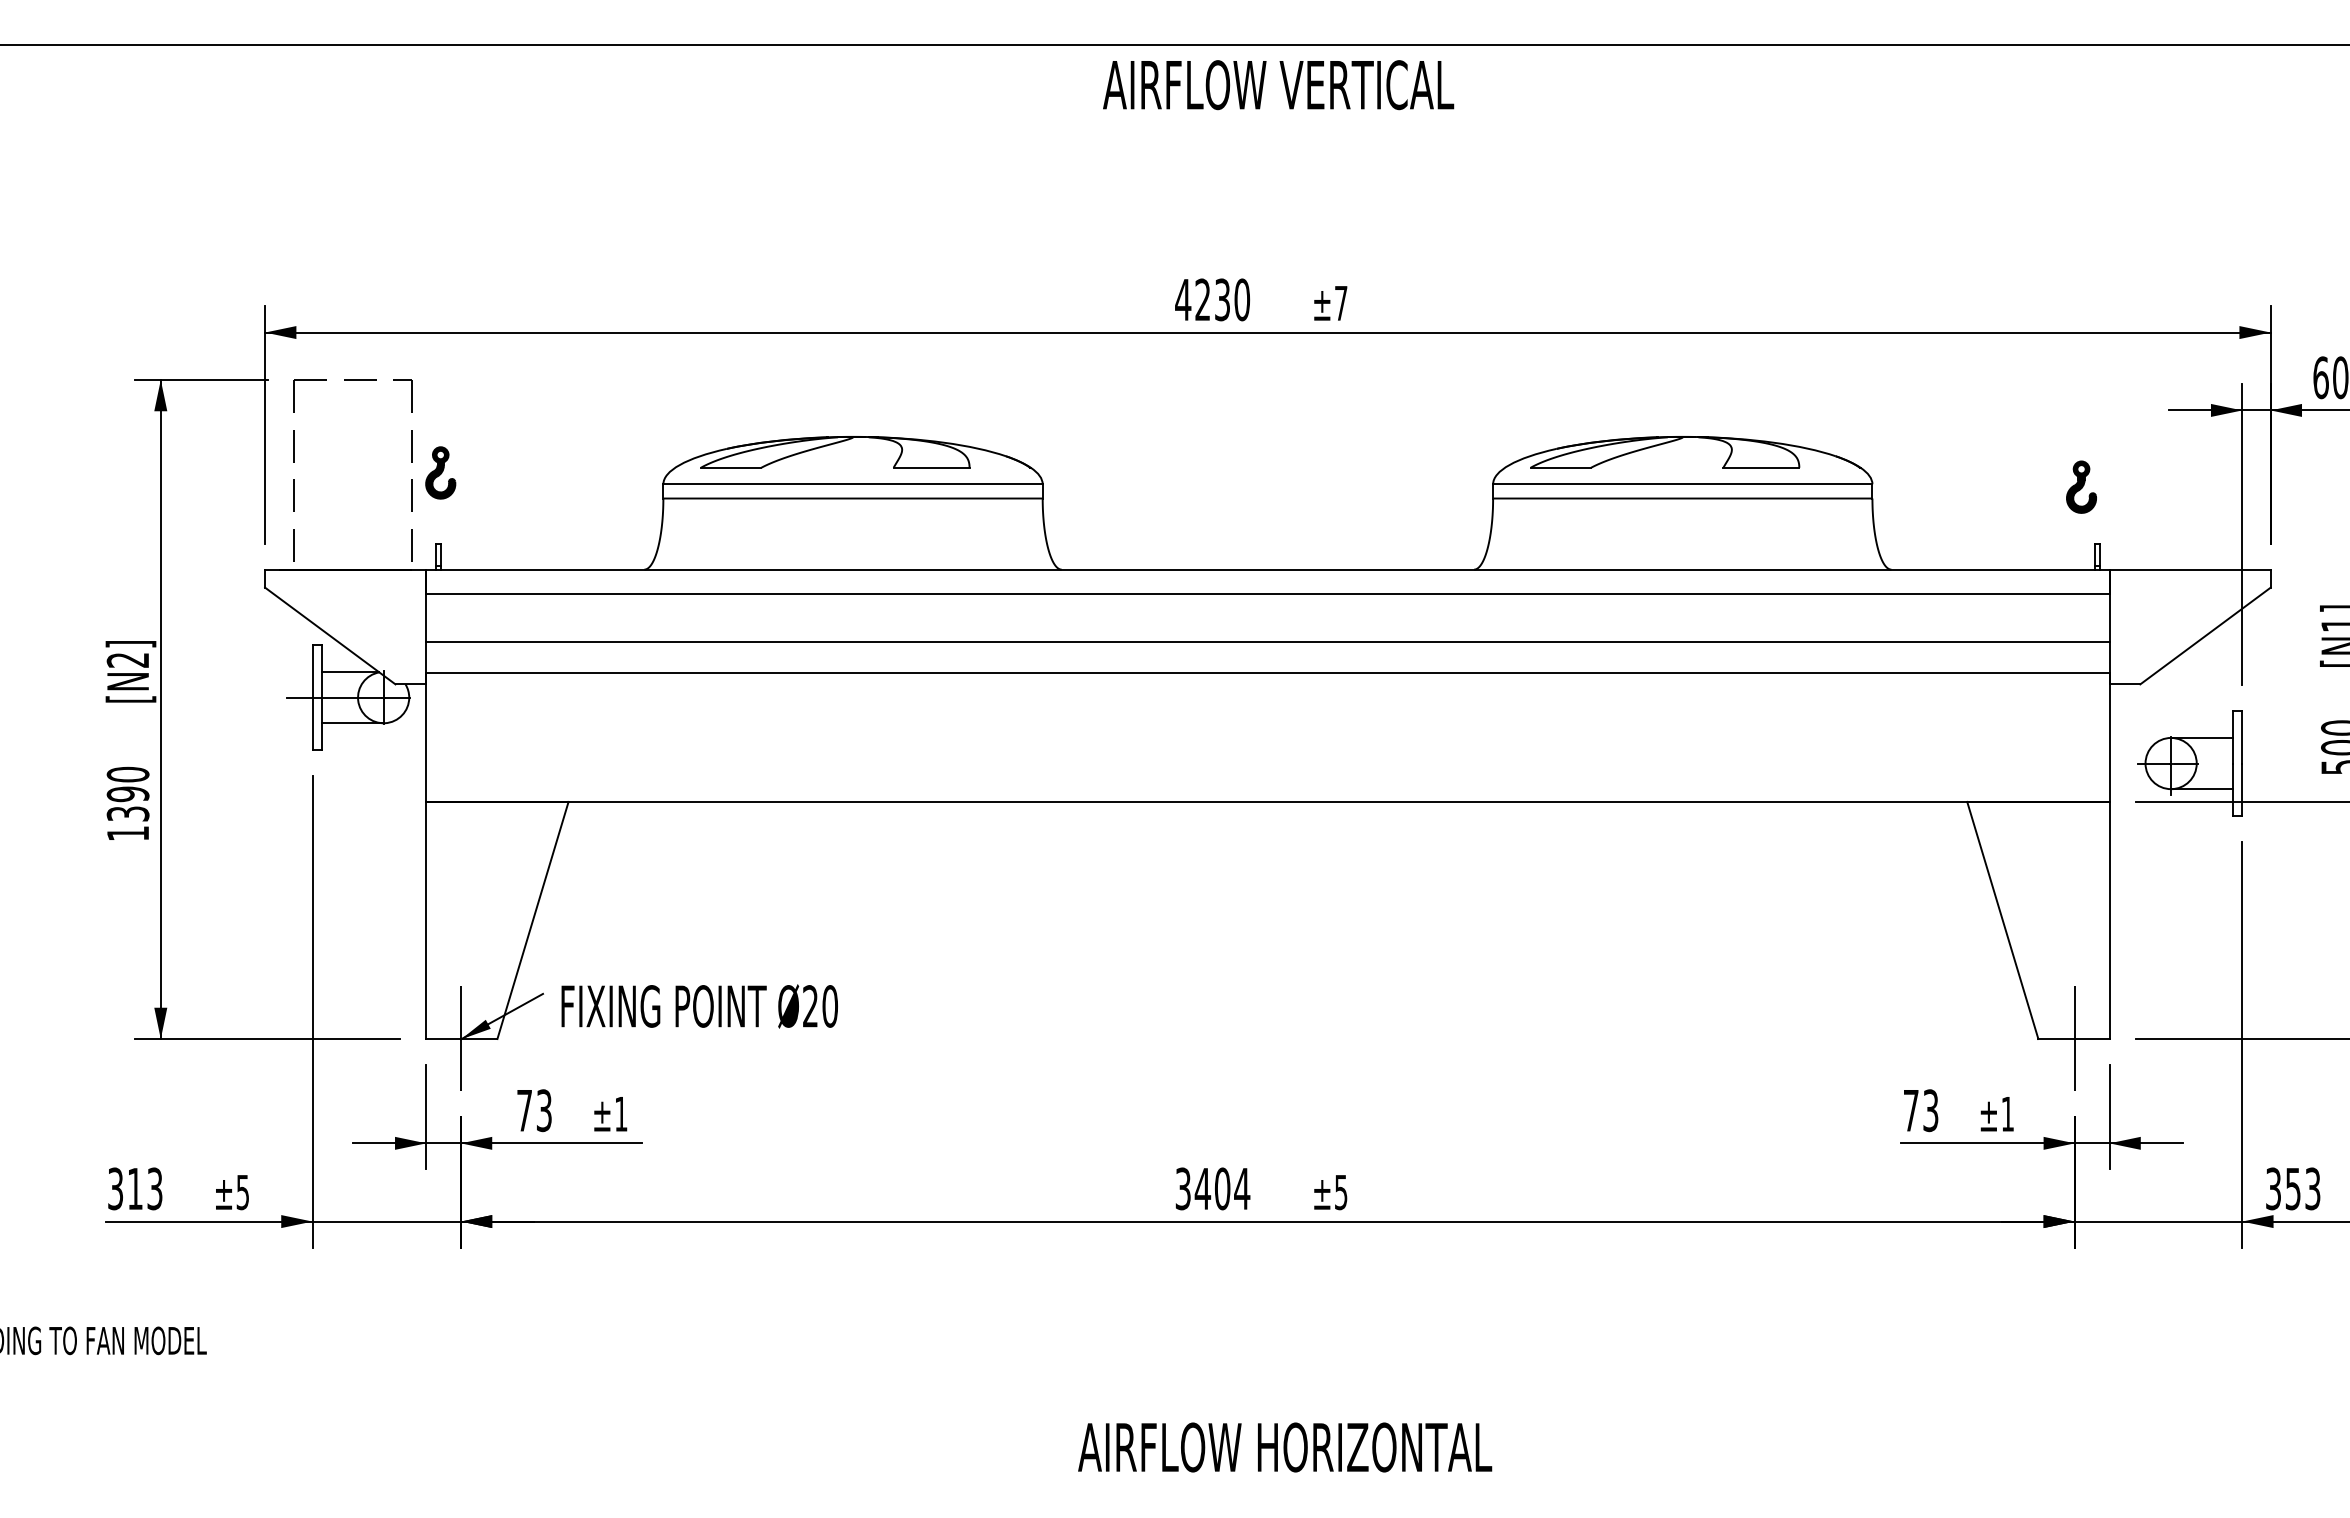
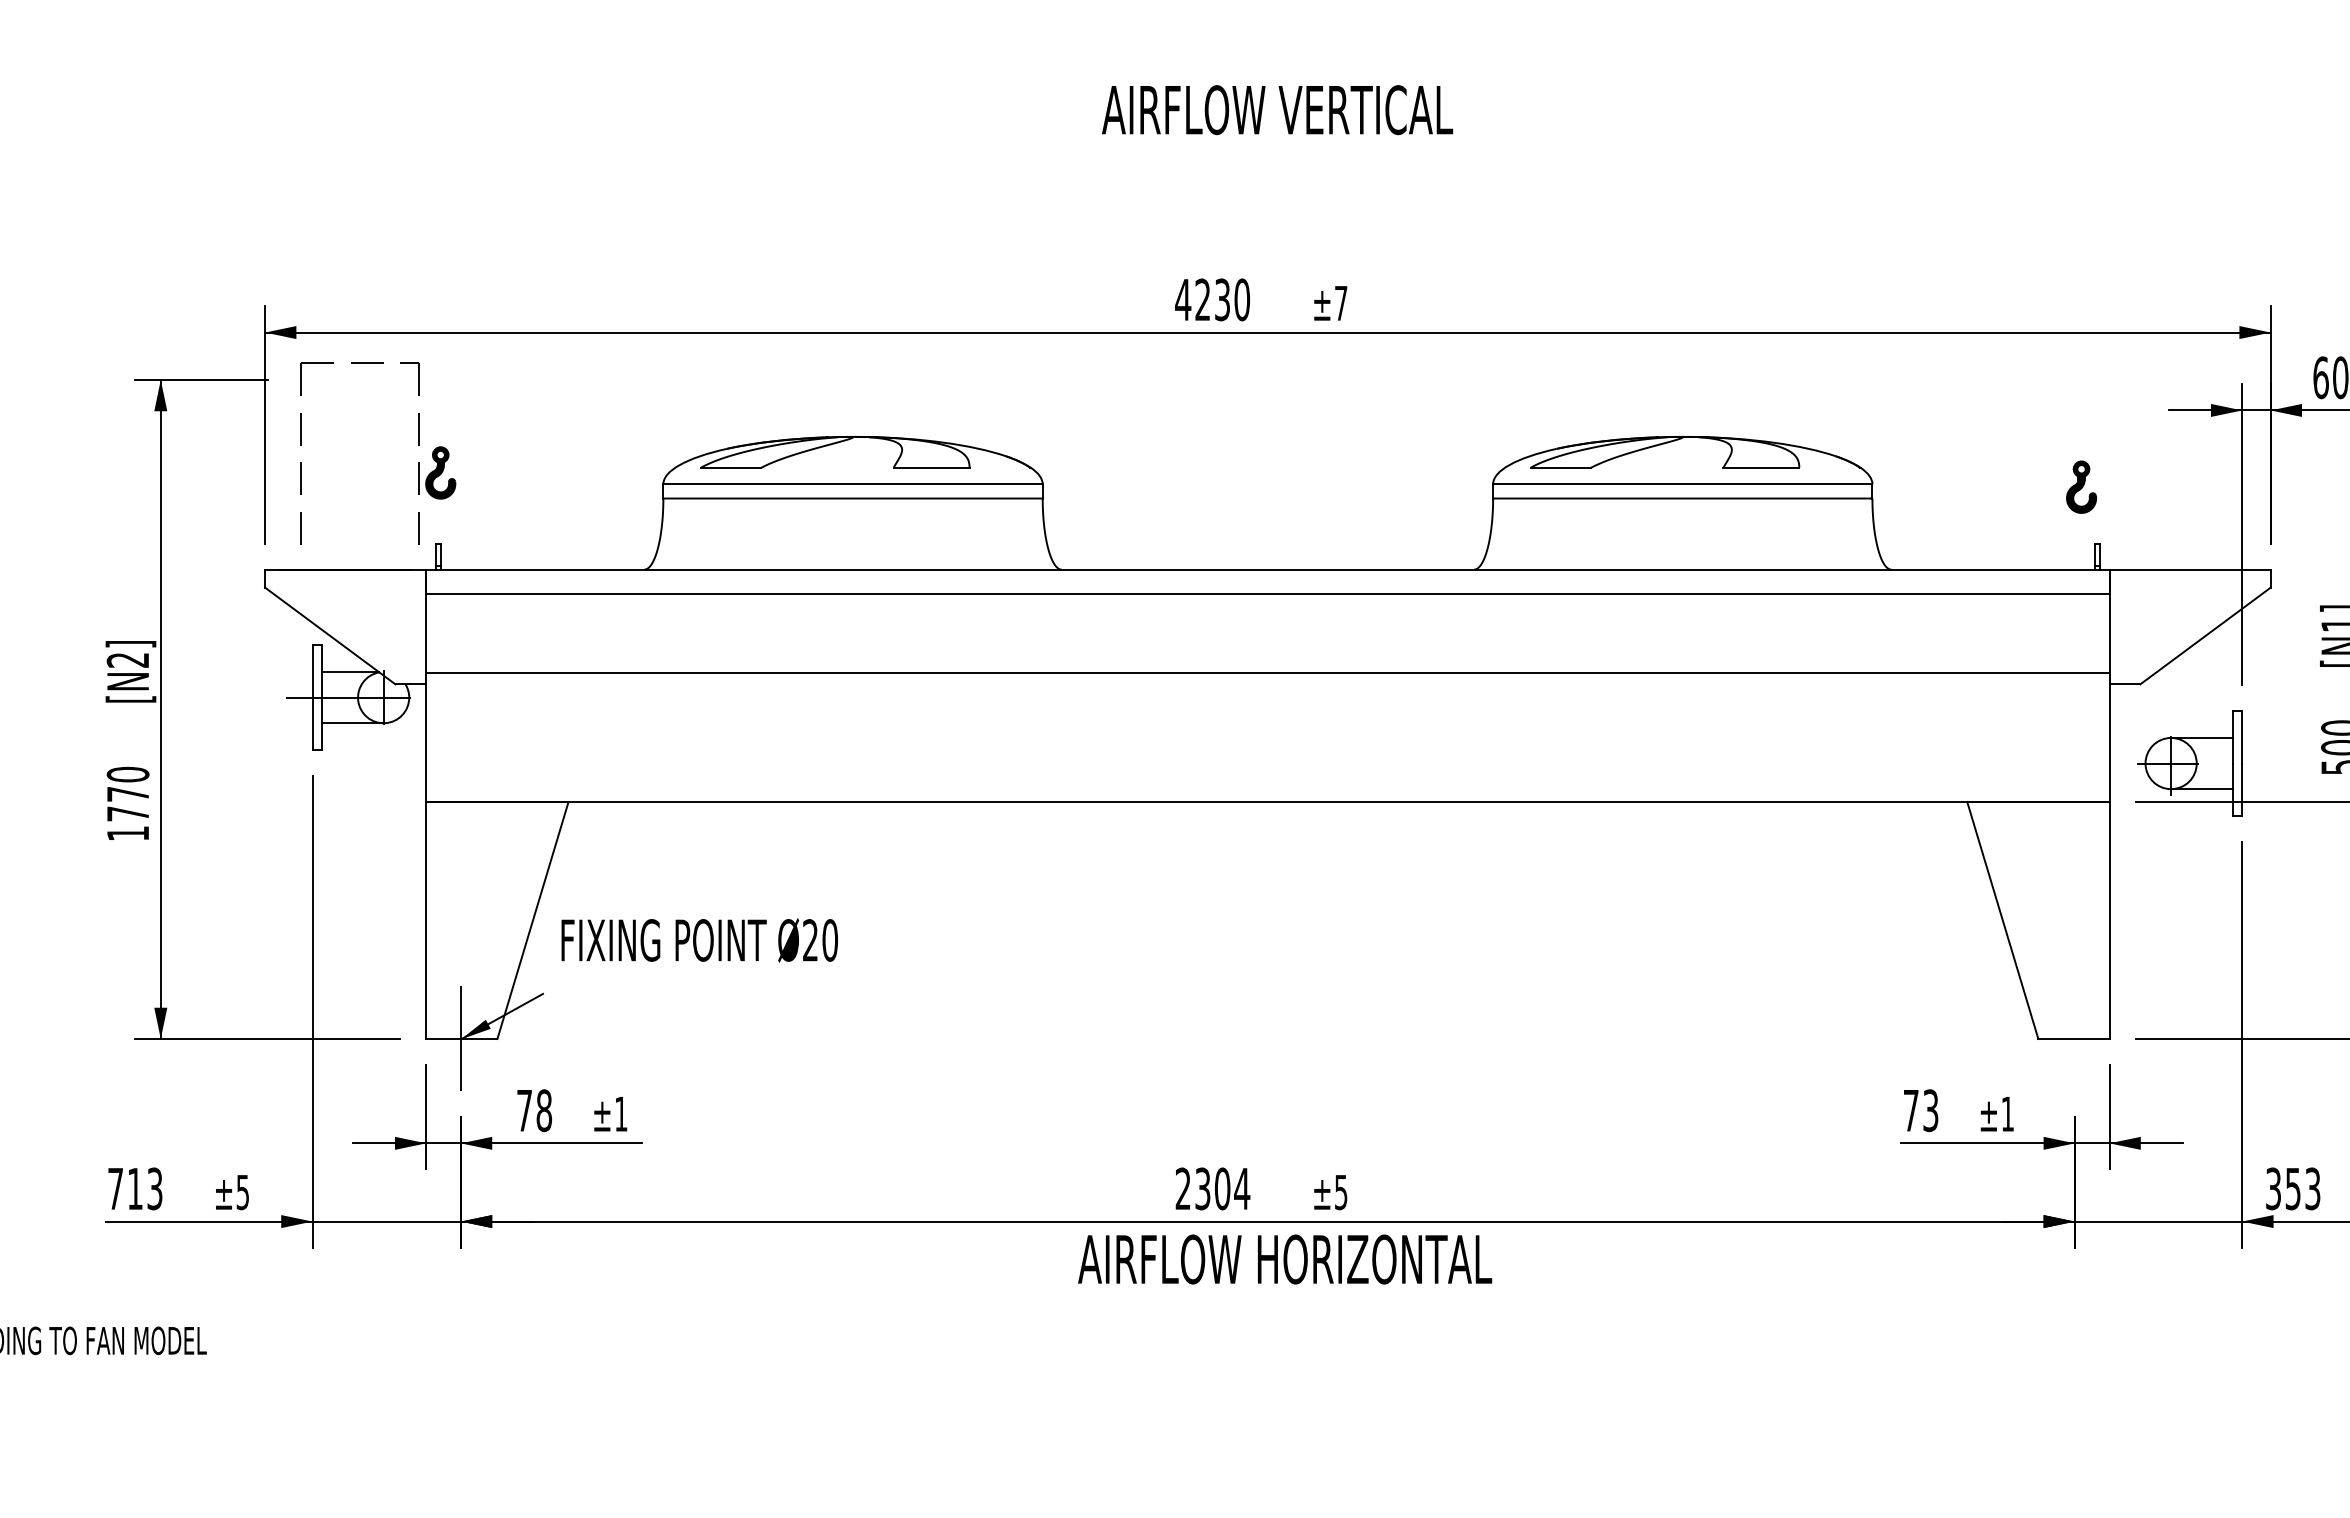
line at (1174, 45): present -> none
text at (1278, 85) position: (1278, 85) -> (1277, 110)
part at (294, 462) position: (294, 462) -> (301, 445)
line at (1267, 641): present -> none
text at (127, 803): 1390 -> 1770
text at (699, 1006) position: (699, 1006) -> (699, 940)
line at (2074, 1038): present -> none
text at (544, 1110): 73 -> 78
text at (115, 1188): 313 -> 713
text at (1193, 1188): 3404 -> 2304
text at (1285, 1447) position: (1285, 1447) -> (1285, 1259)
